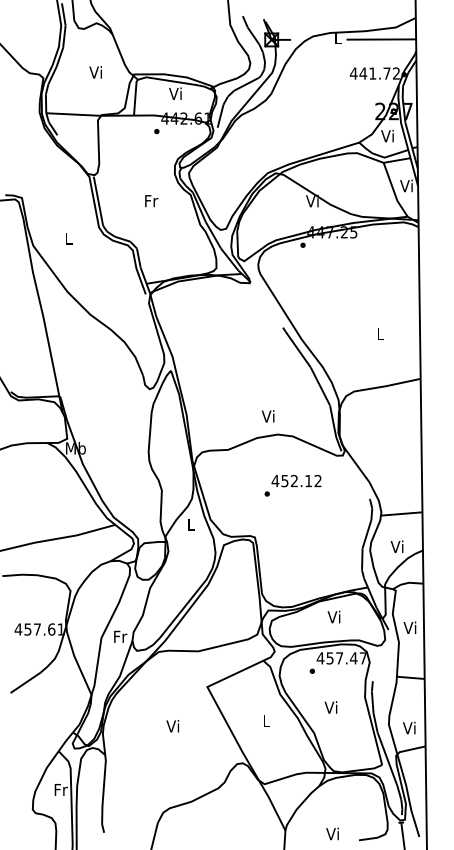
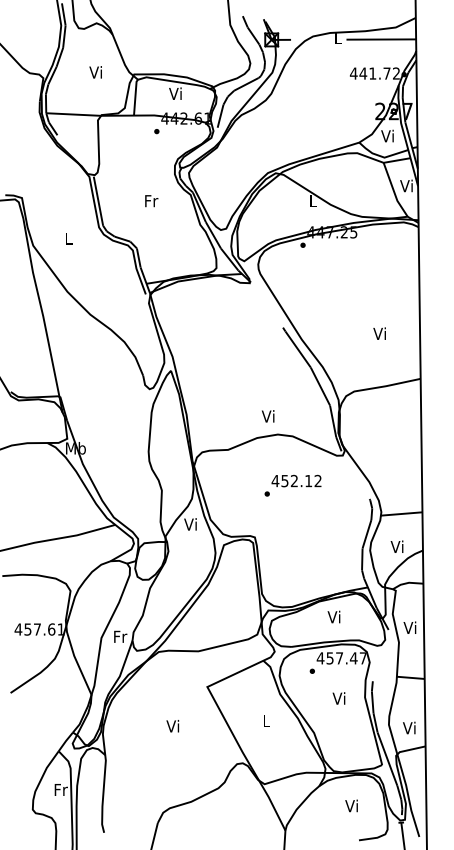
text at (312, 200): Vi -> L
text at (379, 333): L -> Vi
text at (190, 524): L -> Vi
text at (330, 707) position: (330, 707) -> (338, 698)
text at (332, 833) position: (332, 833) -> (351, 805)
